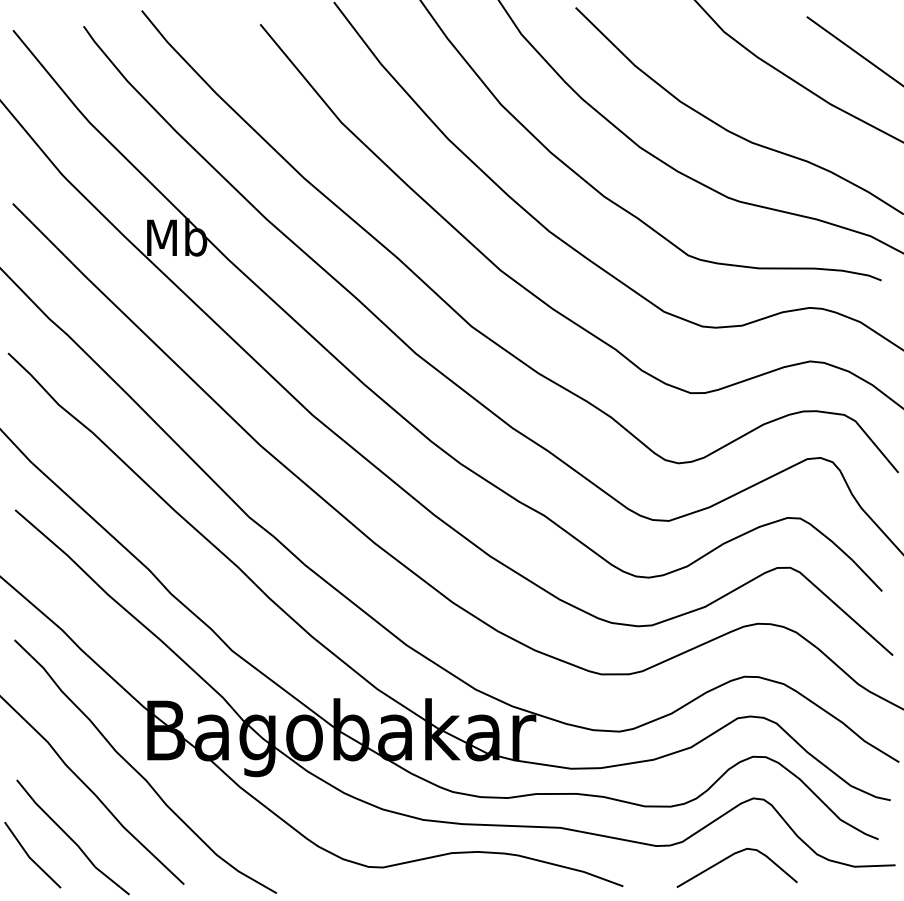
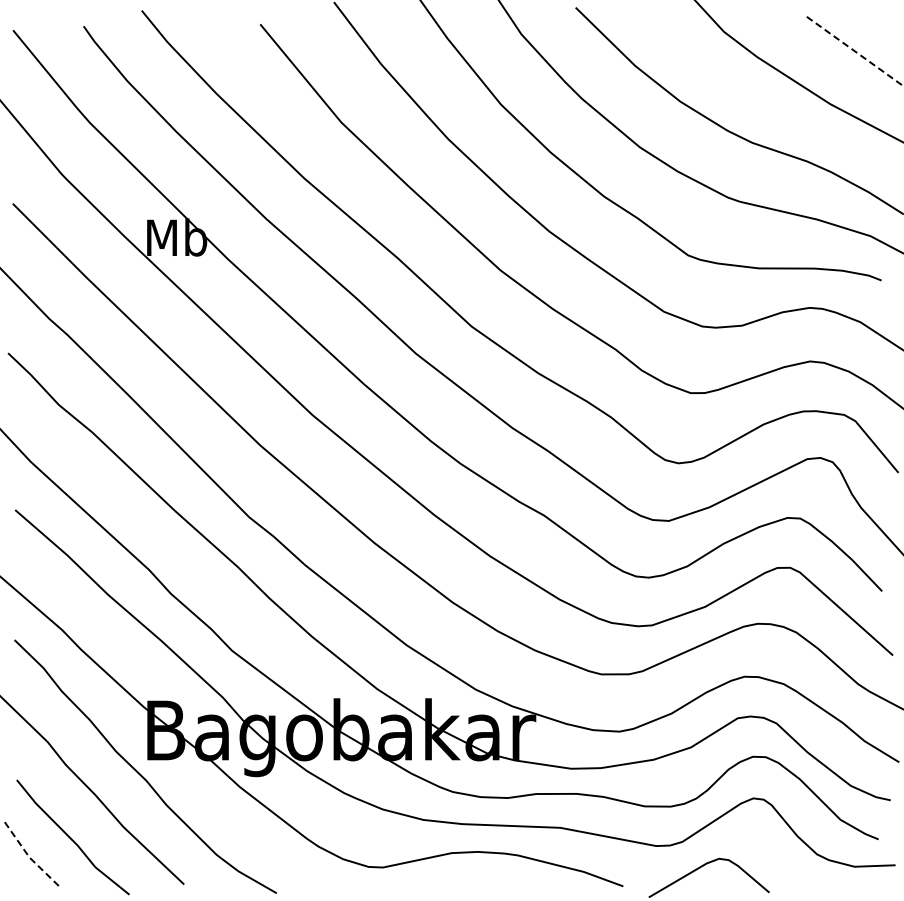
line at (855, 51): solid -> dashed
line at (29, 857): solid -> dashed
curve at (730, 857) position: (730, 857) -> (702, 867)
